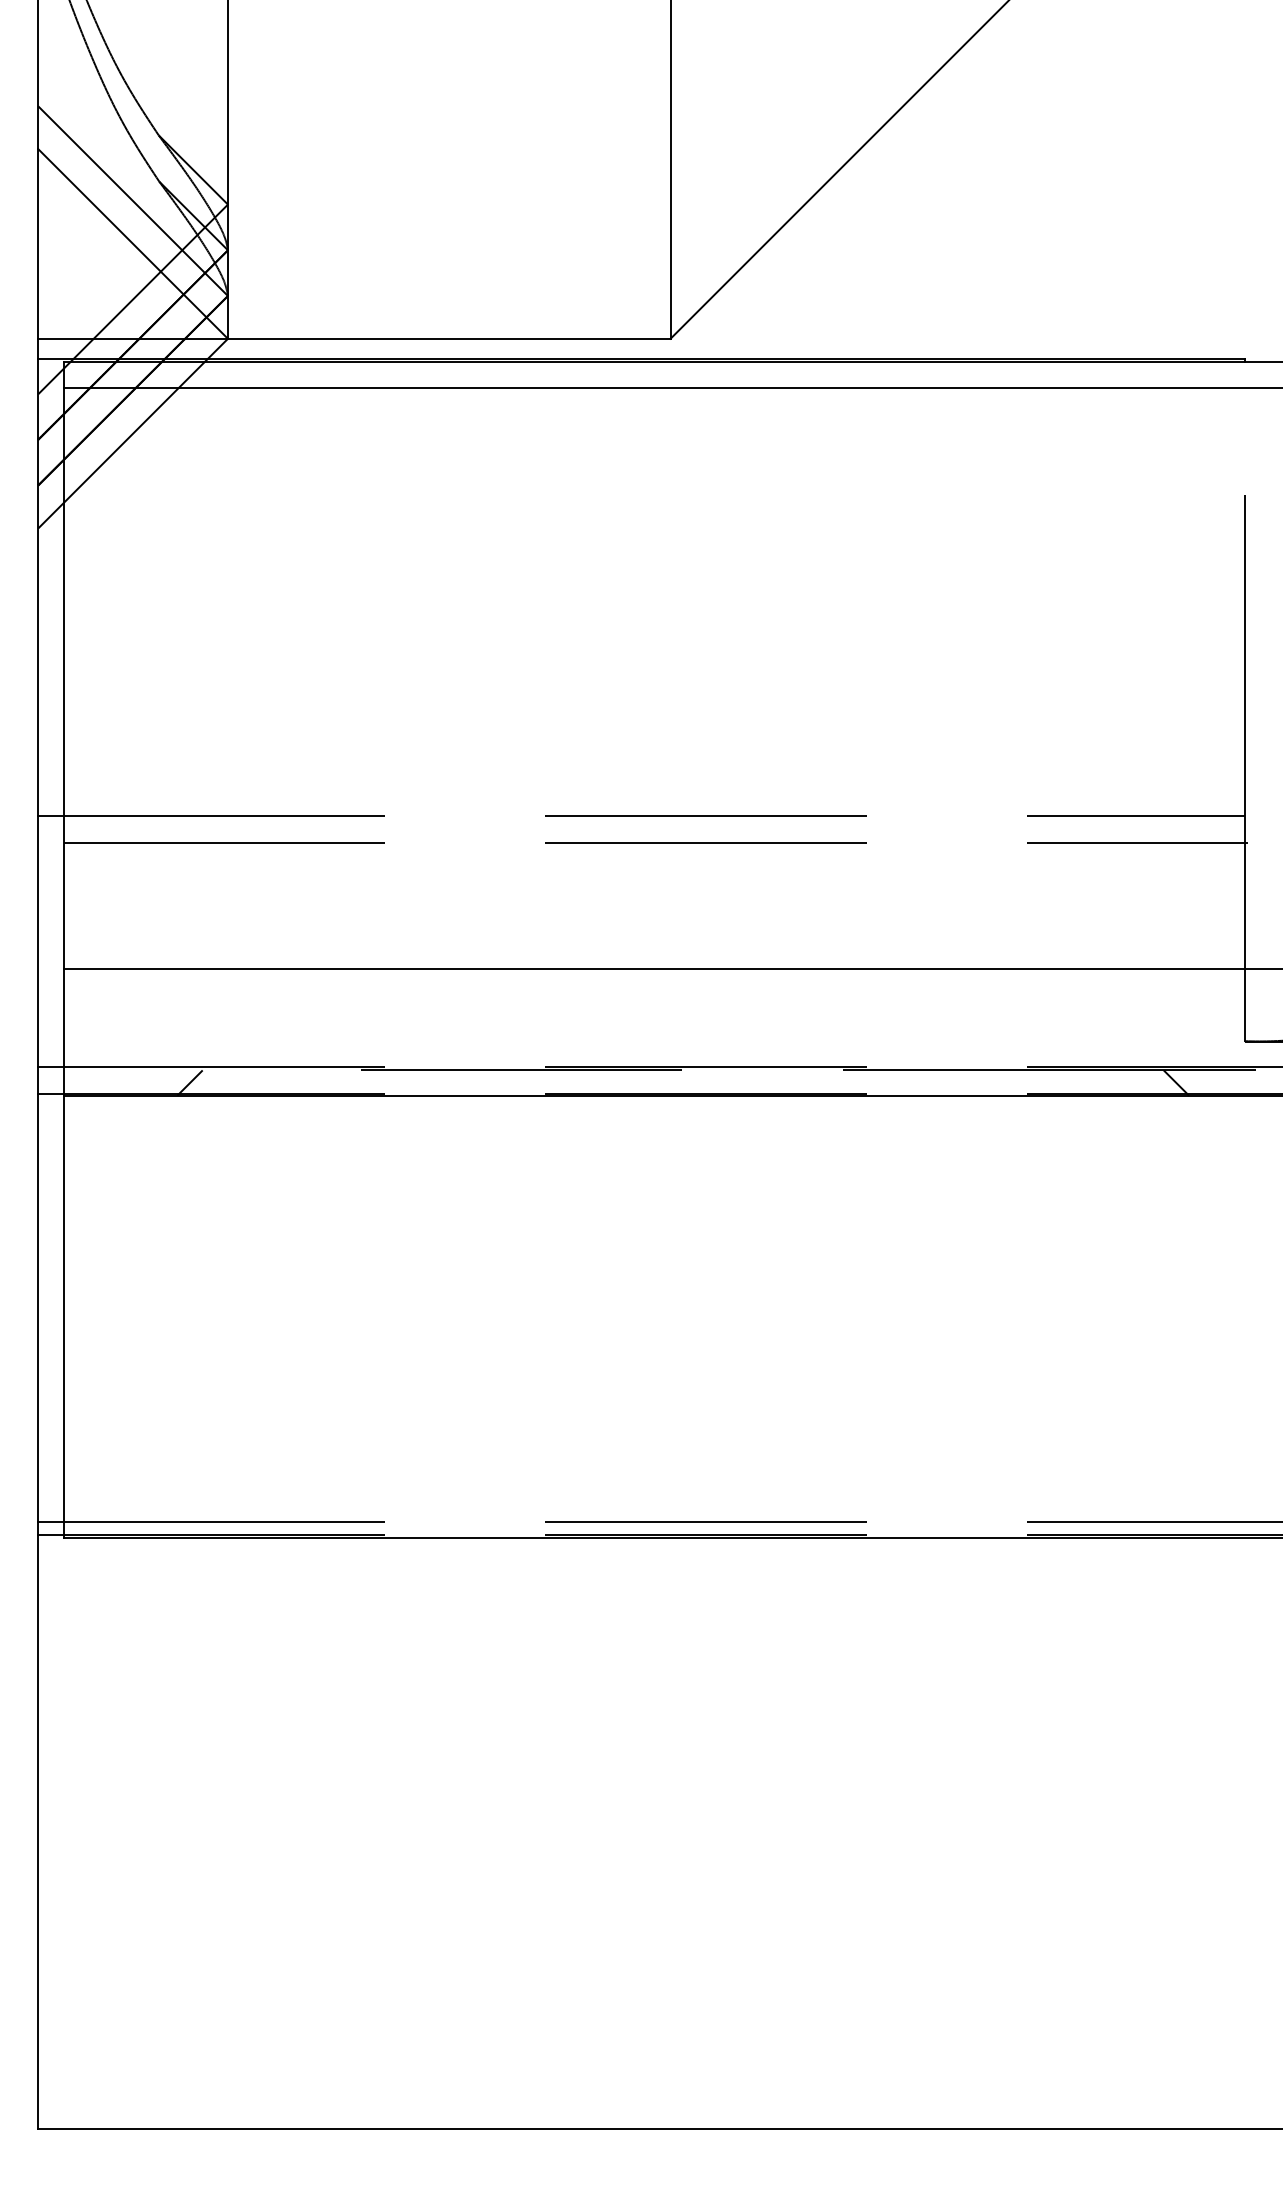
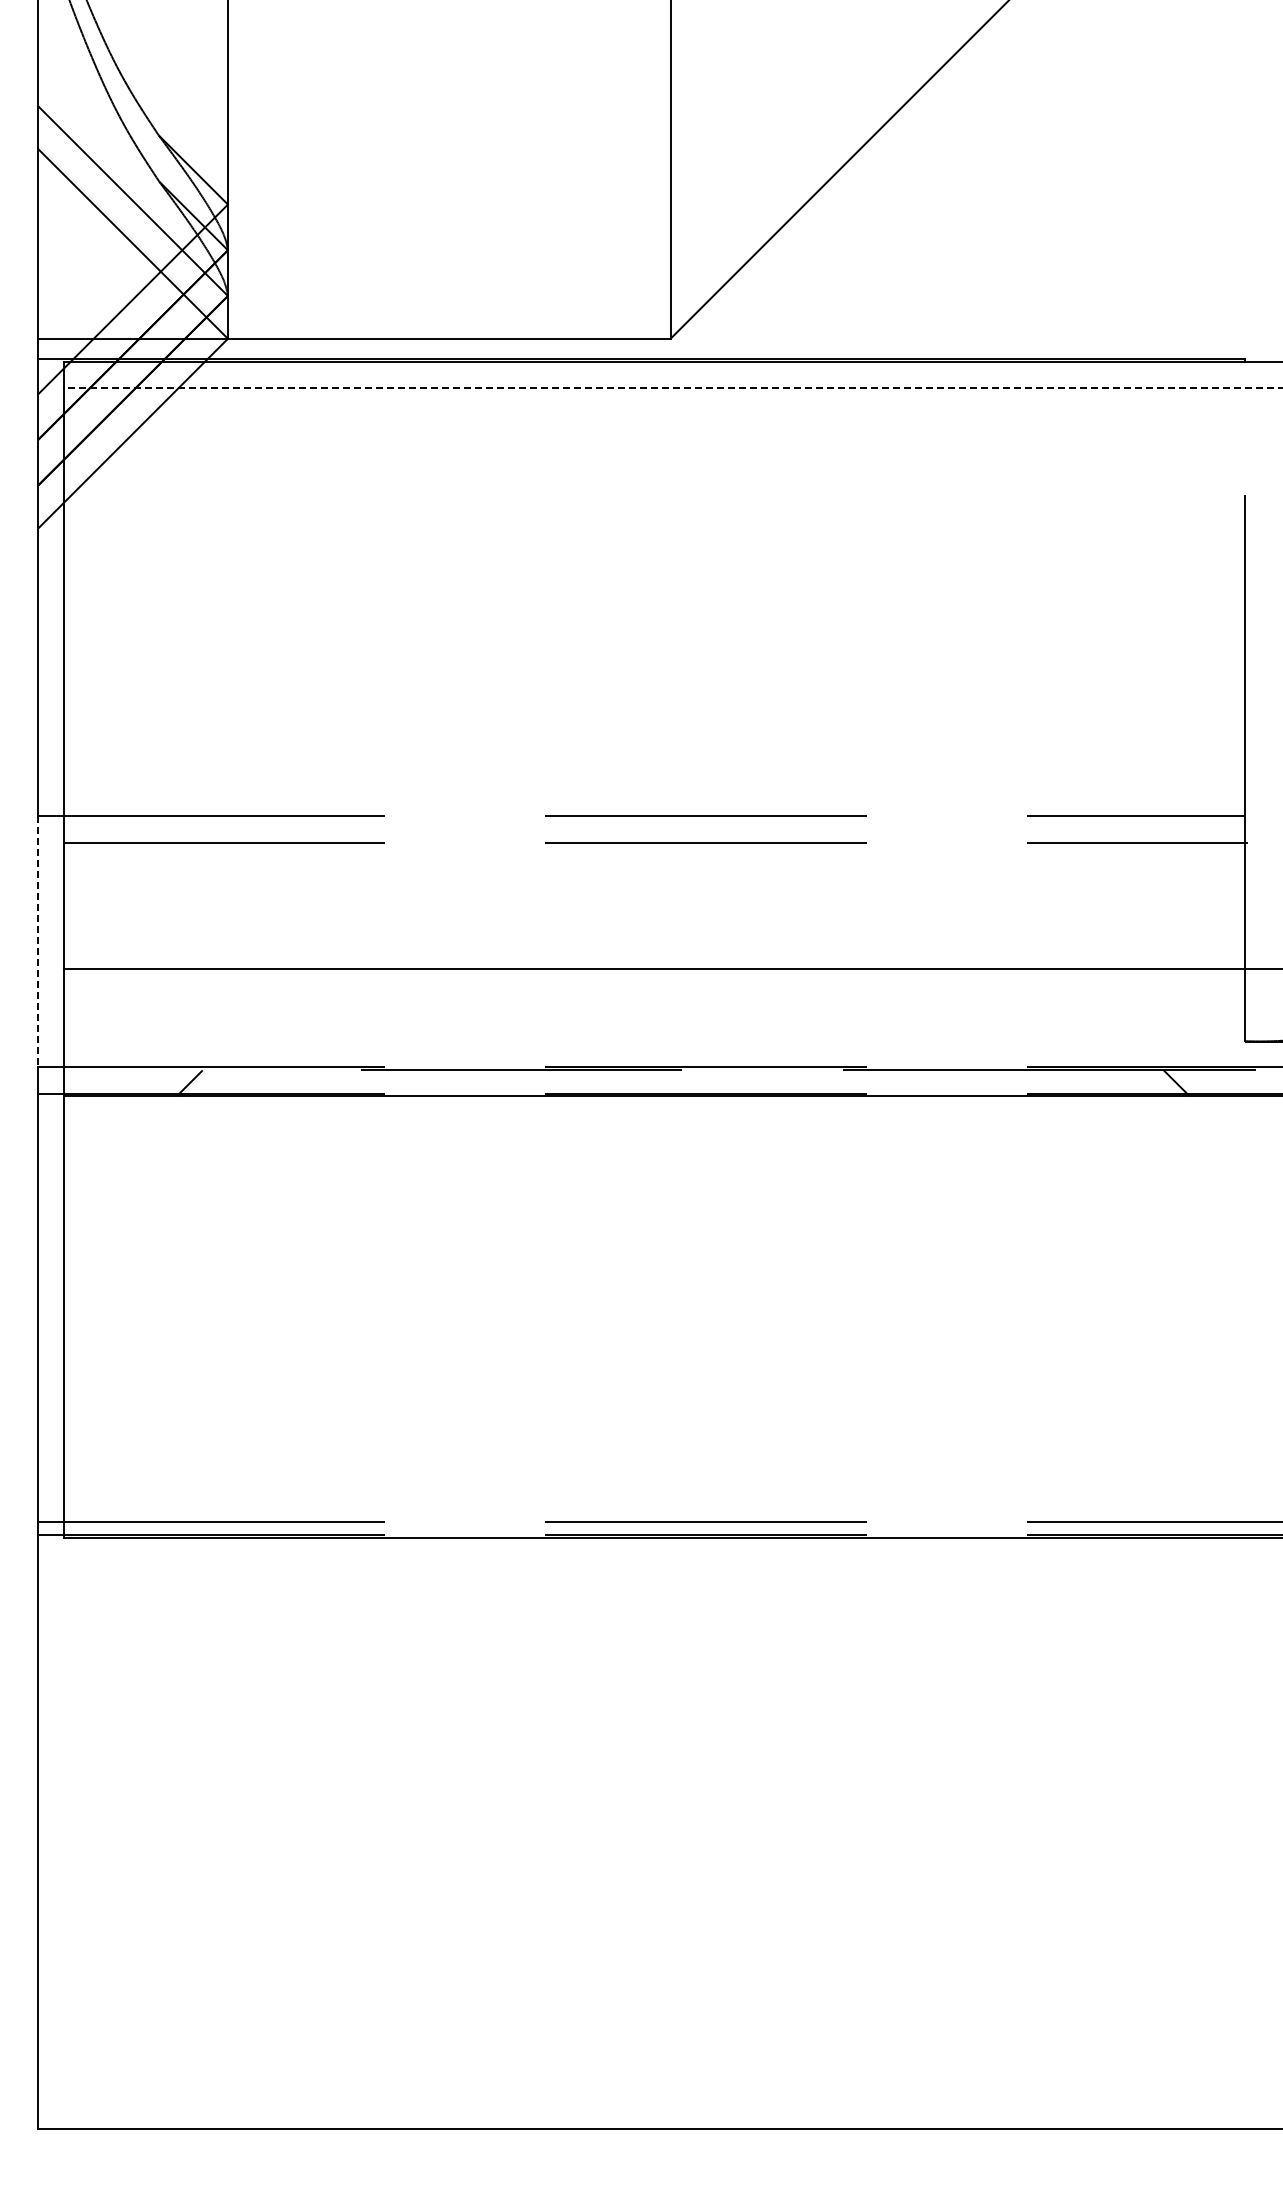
line at (672, 387): solid -> dashed
line at (38, 942): solid -> dashed
